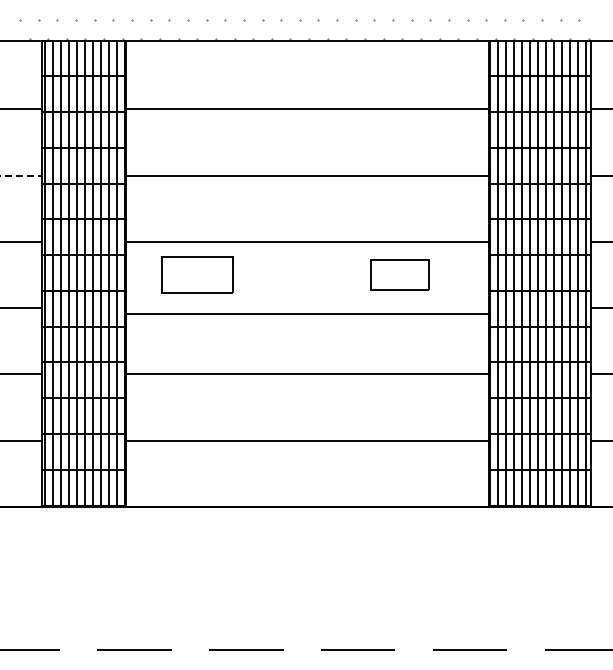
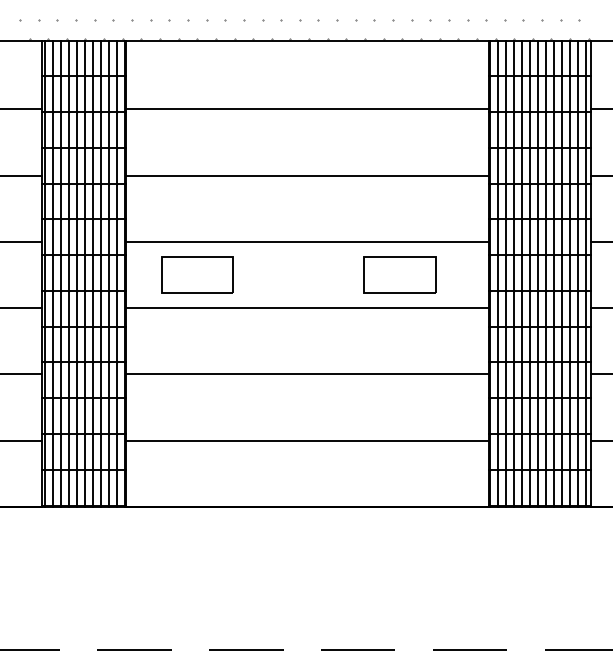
line at (20, 175): dashed -> solid
part at (399, 274) size: 60x32 px -> 74x38 px
line at (307, 314) position: (307, 314) -> (307, 308)
